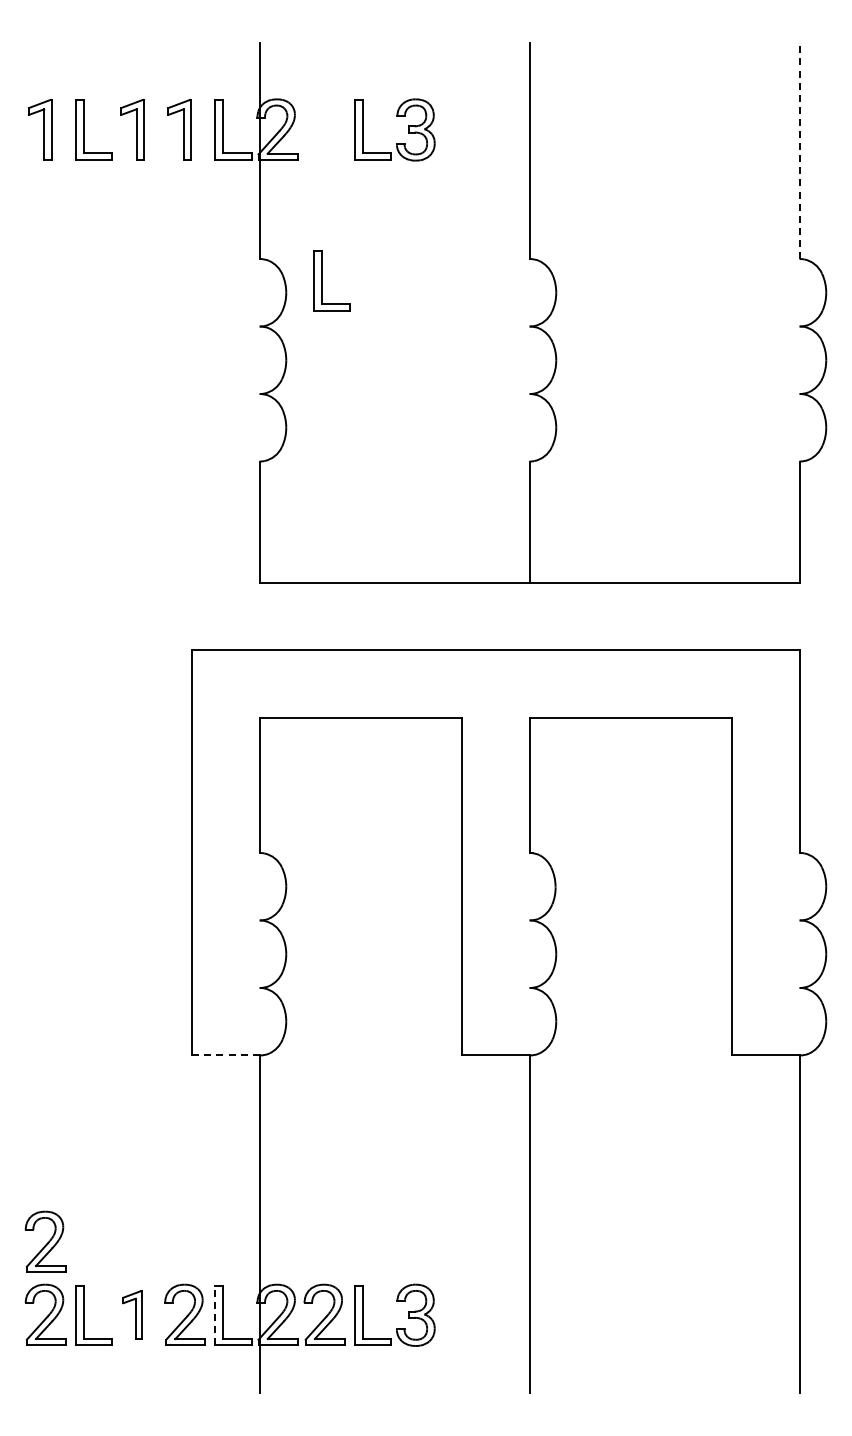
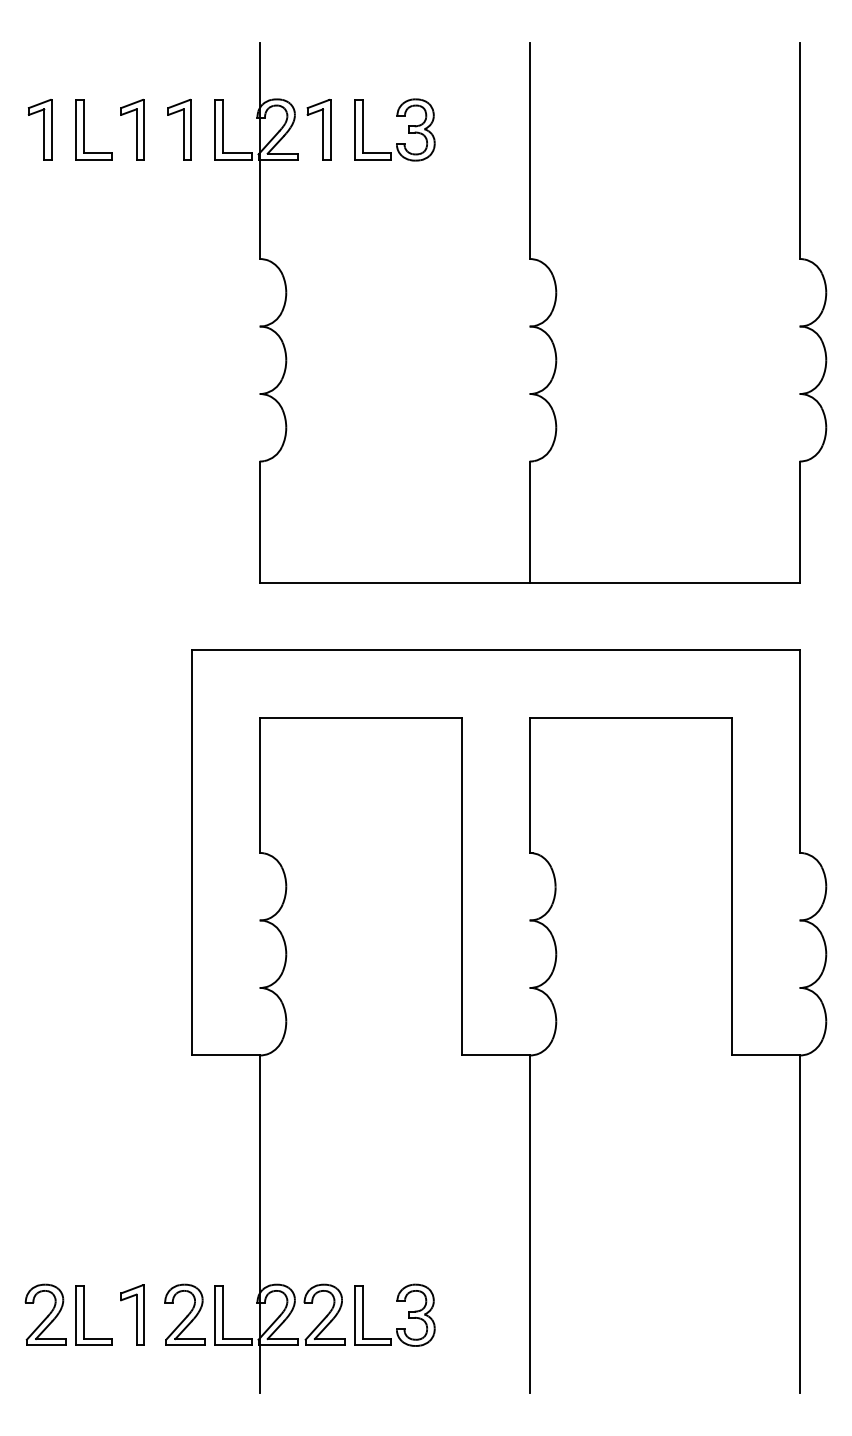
part at (318, 129): none -> present
line at (799, 151): dashed -> solid
part at (322, 280): present -> none
line at (225, 1055): dashed -> solid
part at (45, 1241): present -> none
part at (132, 1314) size: 21x50 px -> 25x62 px
line at (215, 1315): dashed -> solid
